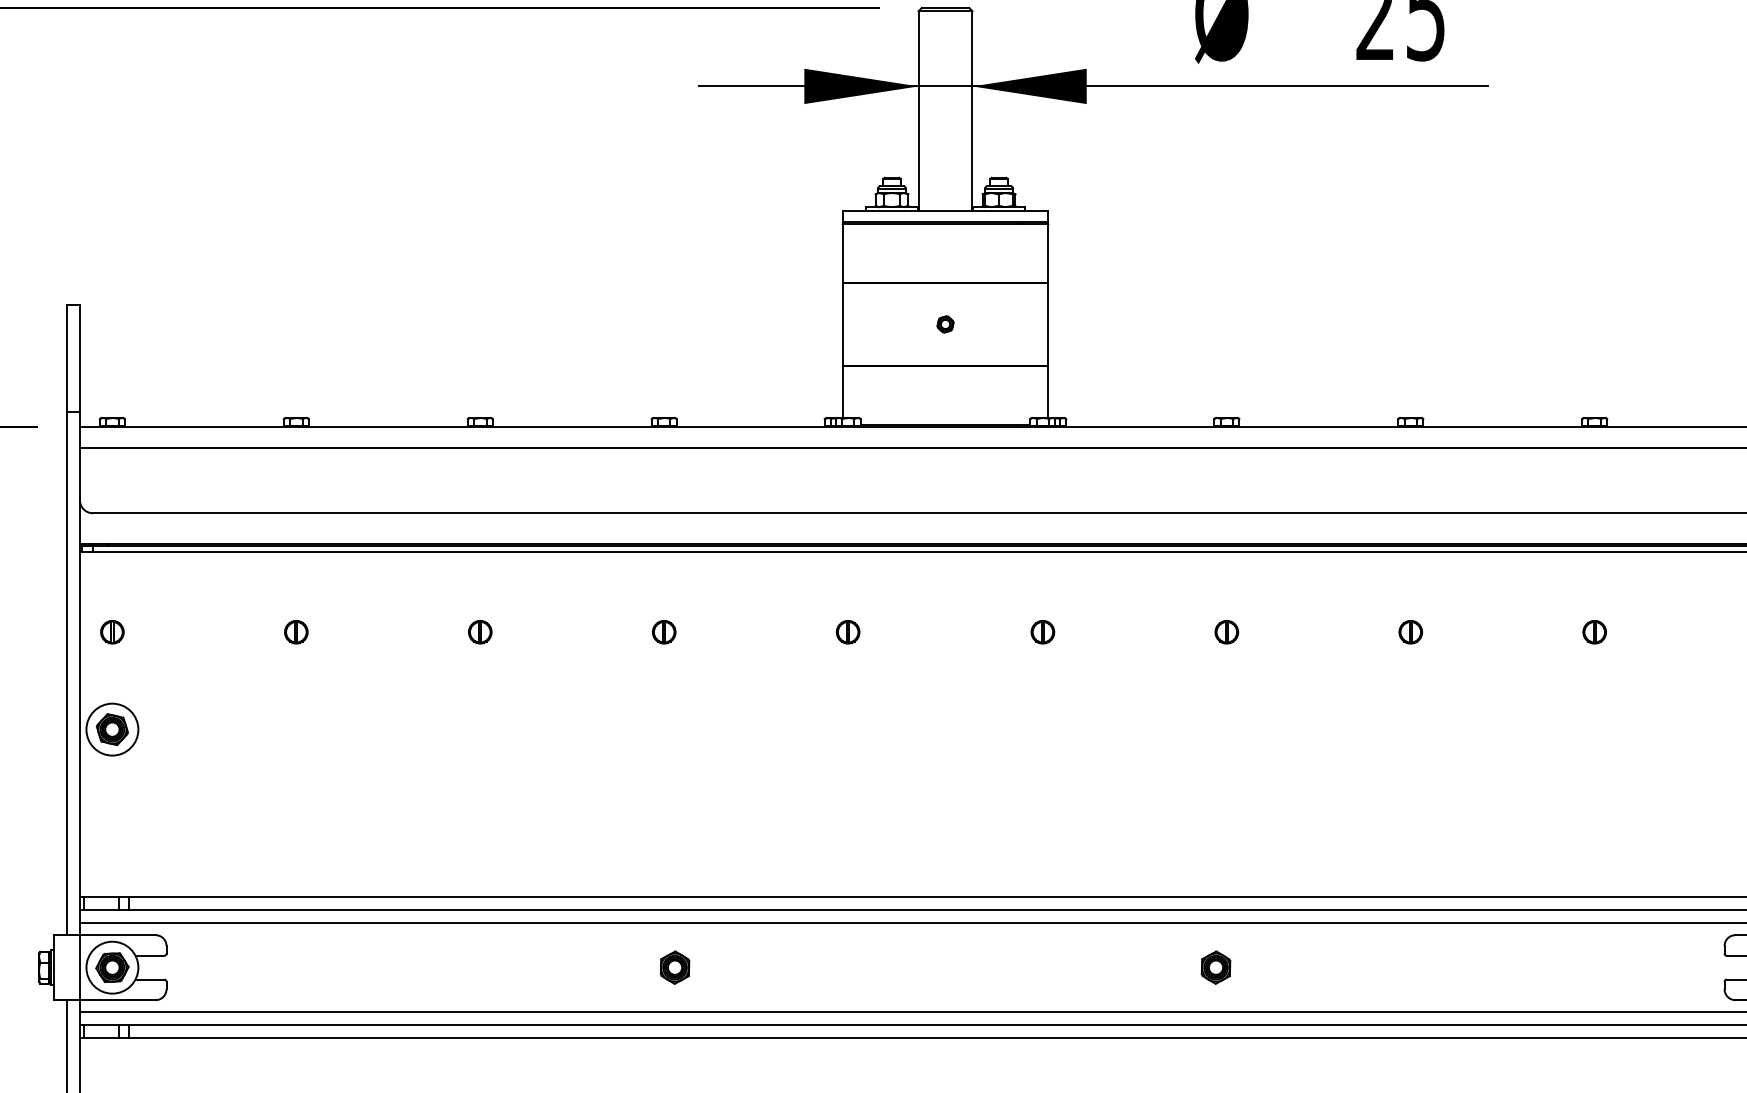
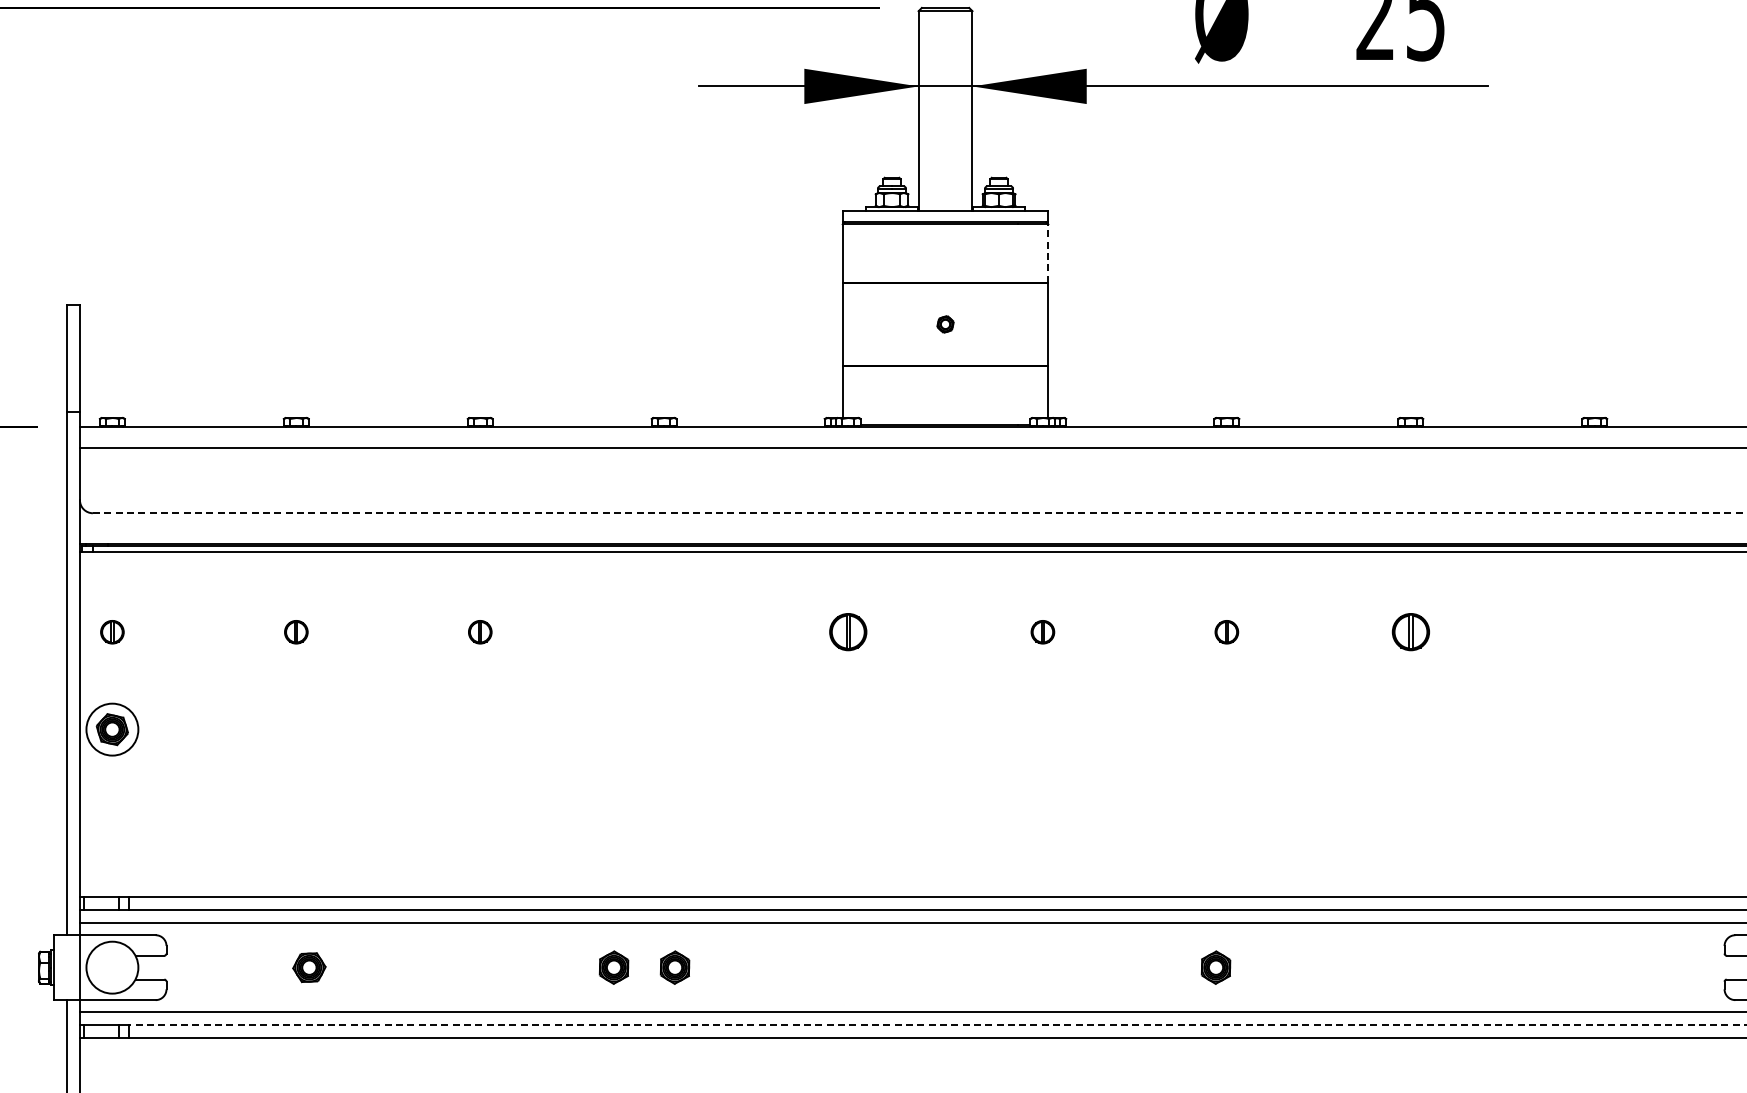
line at (1048, 253): solid -> dashed
line at (919, 513): solid -> dashed
part at (664, 632): present -> none
part at (847, 632) size: 26x25 px -> 39x39 px
part at (1410, 632) size: 25x25 px -> 39x39 px
part at (1594, 632): present -> none
part at (112, 967) position: (112, 967) -> (309, 967)
part at (613, 967): none -> present
line at (937, 1025): solid -> dashed
